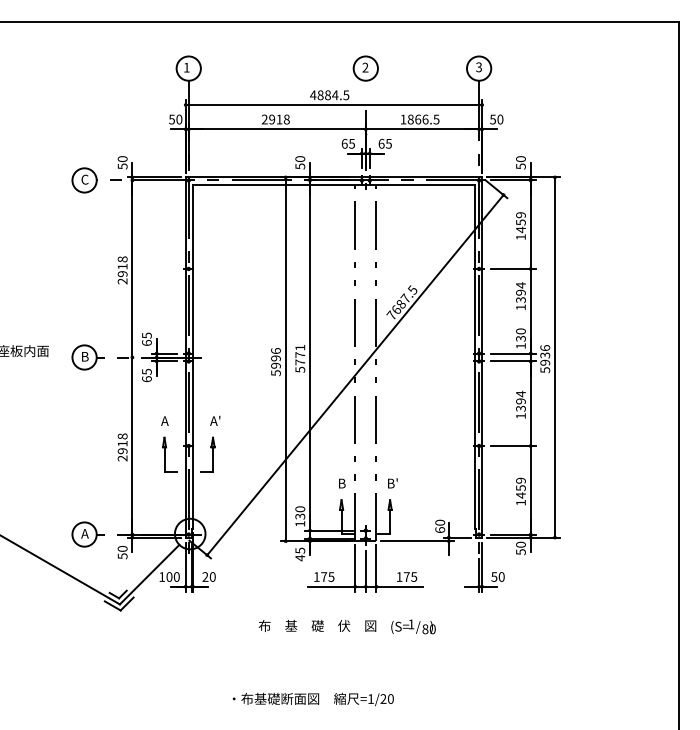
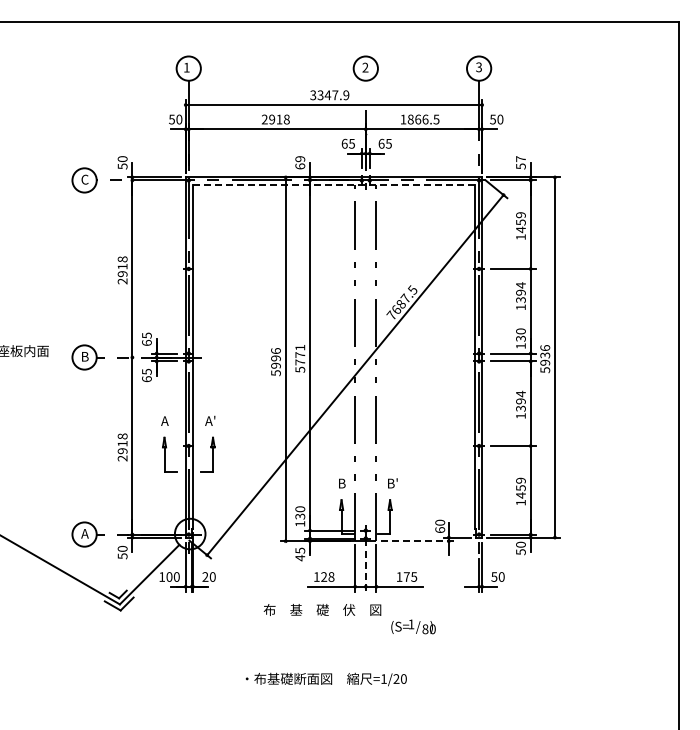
text at (329, 95): 4884.5 -> 3347.9
text at (520, 159): 50 -> 57
text at (300, 162): 50 -> 69
line at (333, 184): solid -> dashed
text at (215, 420) position: (215, 420) -> (210, 420)
line at (417, 541): solid -> dashed
line at (365, 571): solid -> dashed
text at (327, 576): 175 -> 128
text at (317, 625) position: (317, 625) -> (322, 609)
text at (312, 699) position: (312, 699) -> (325, 679)
